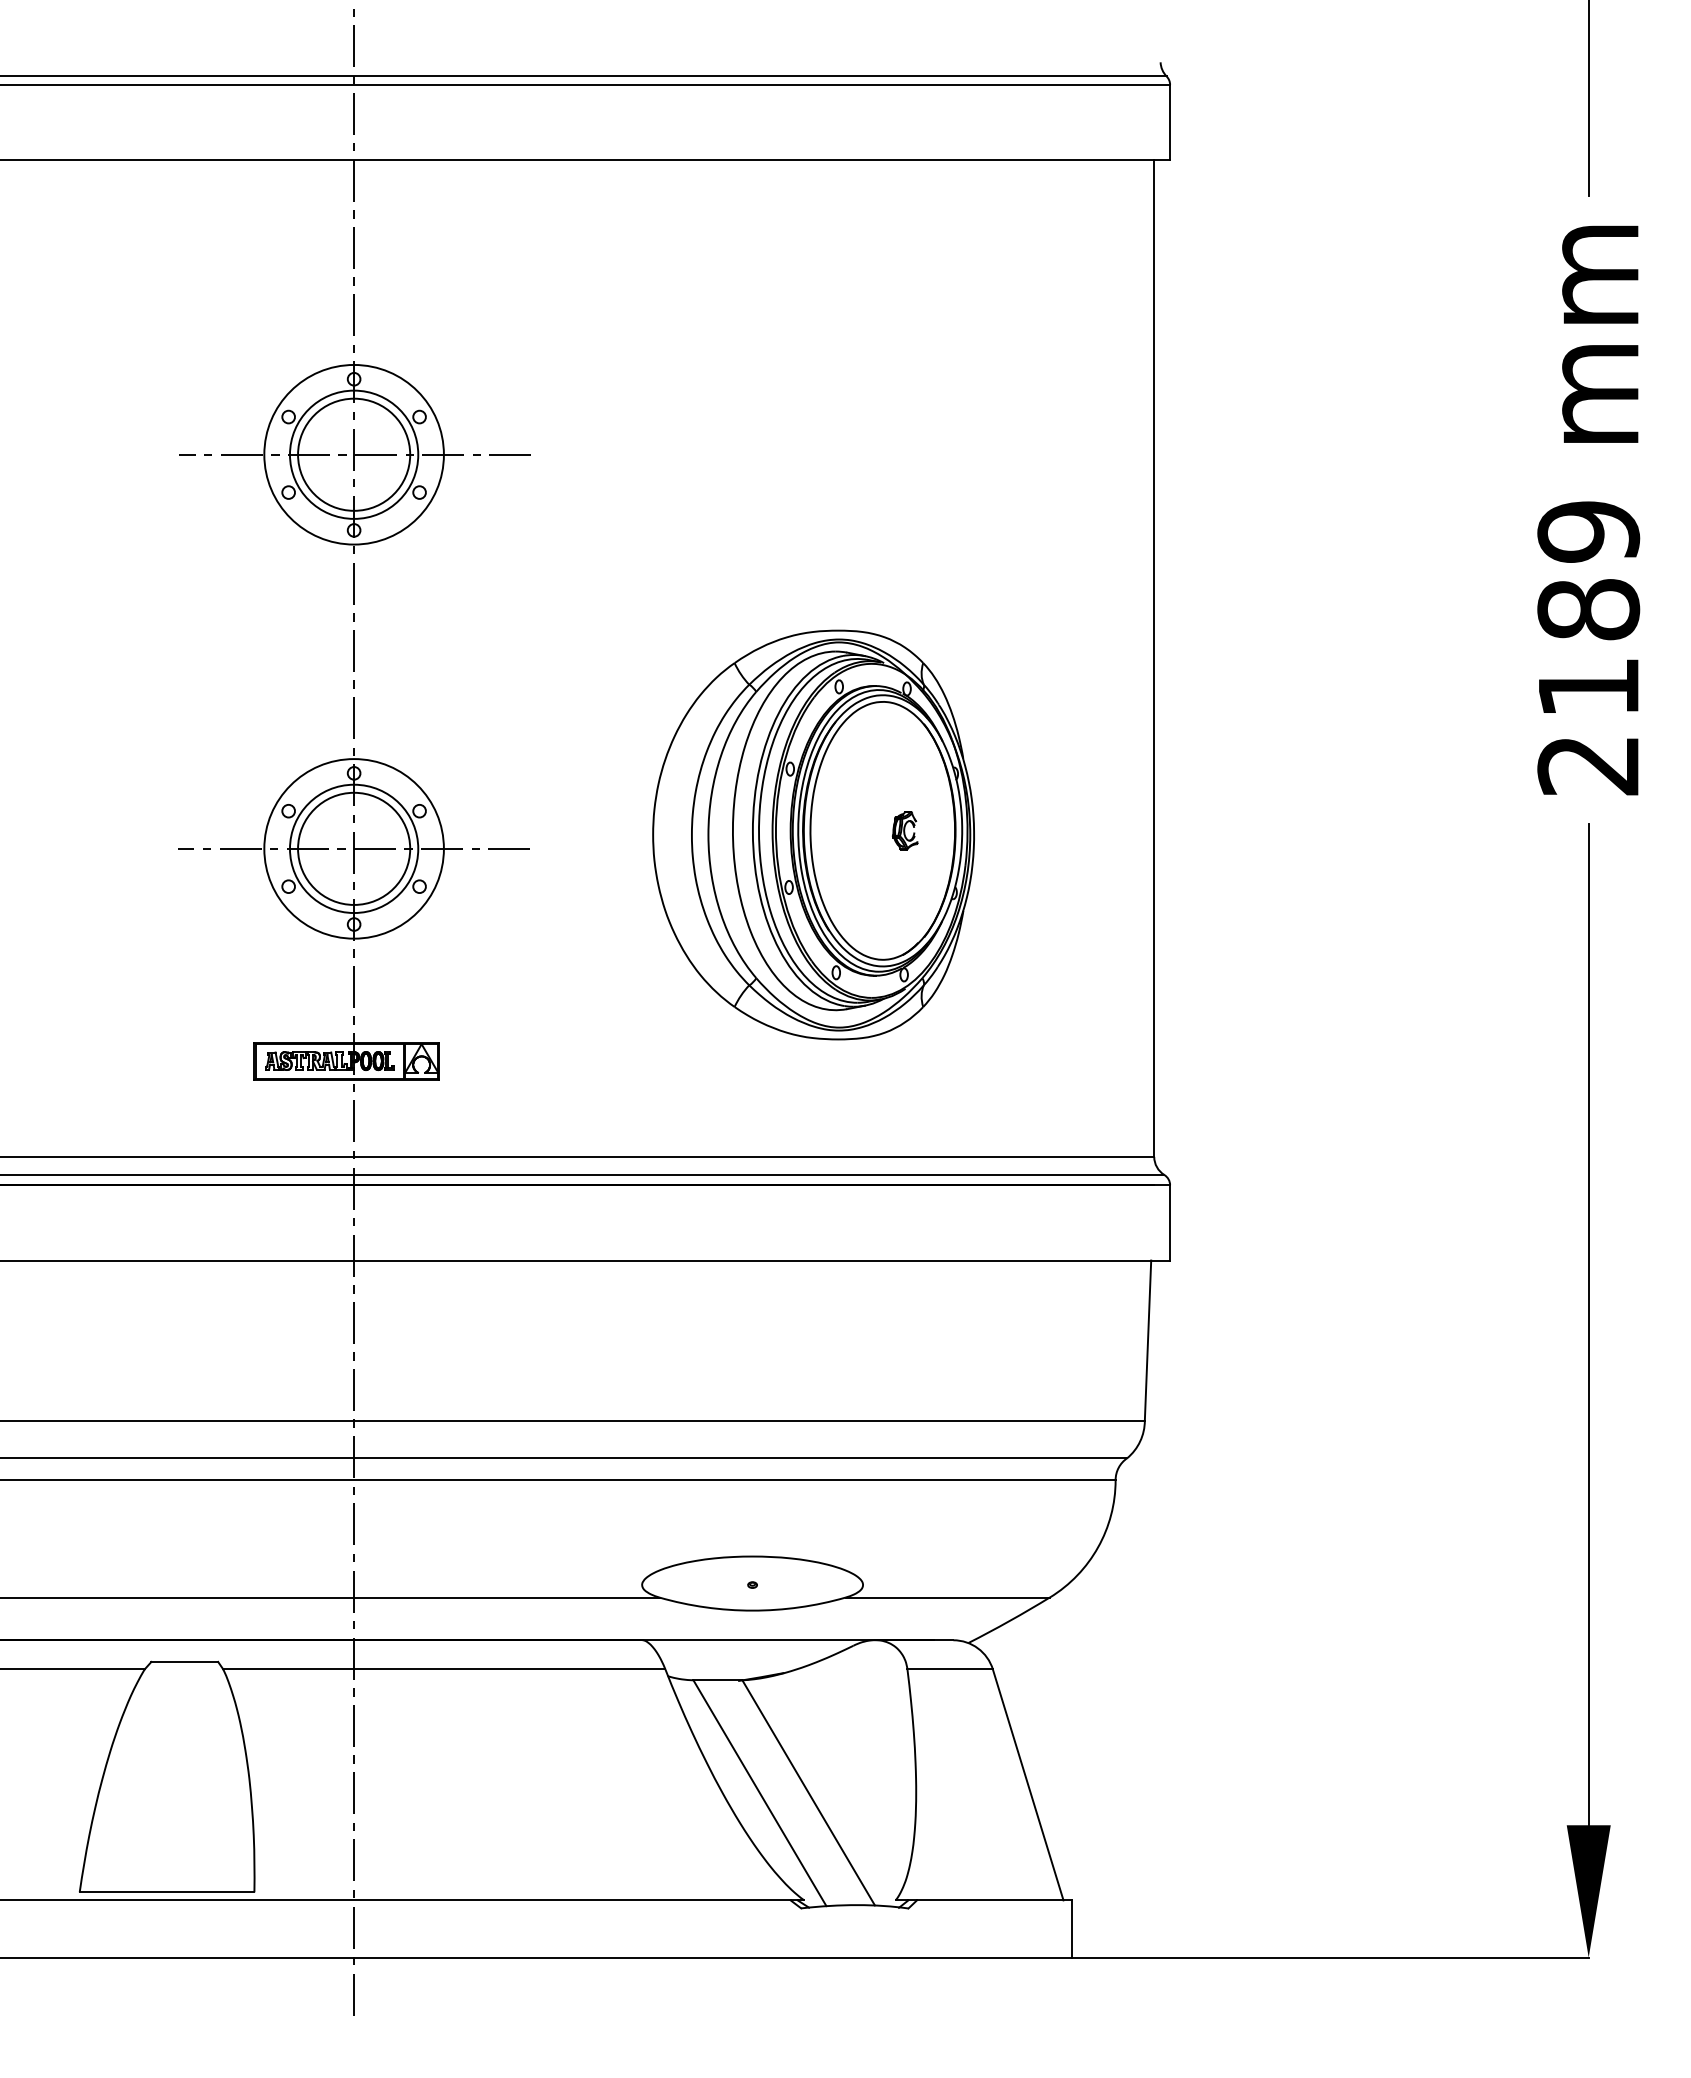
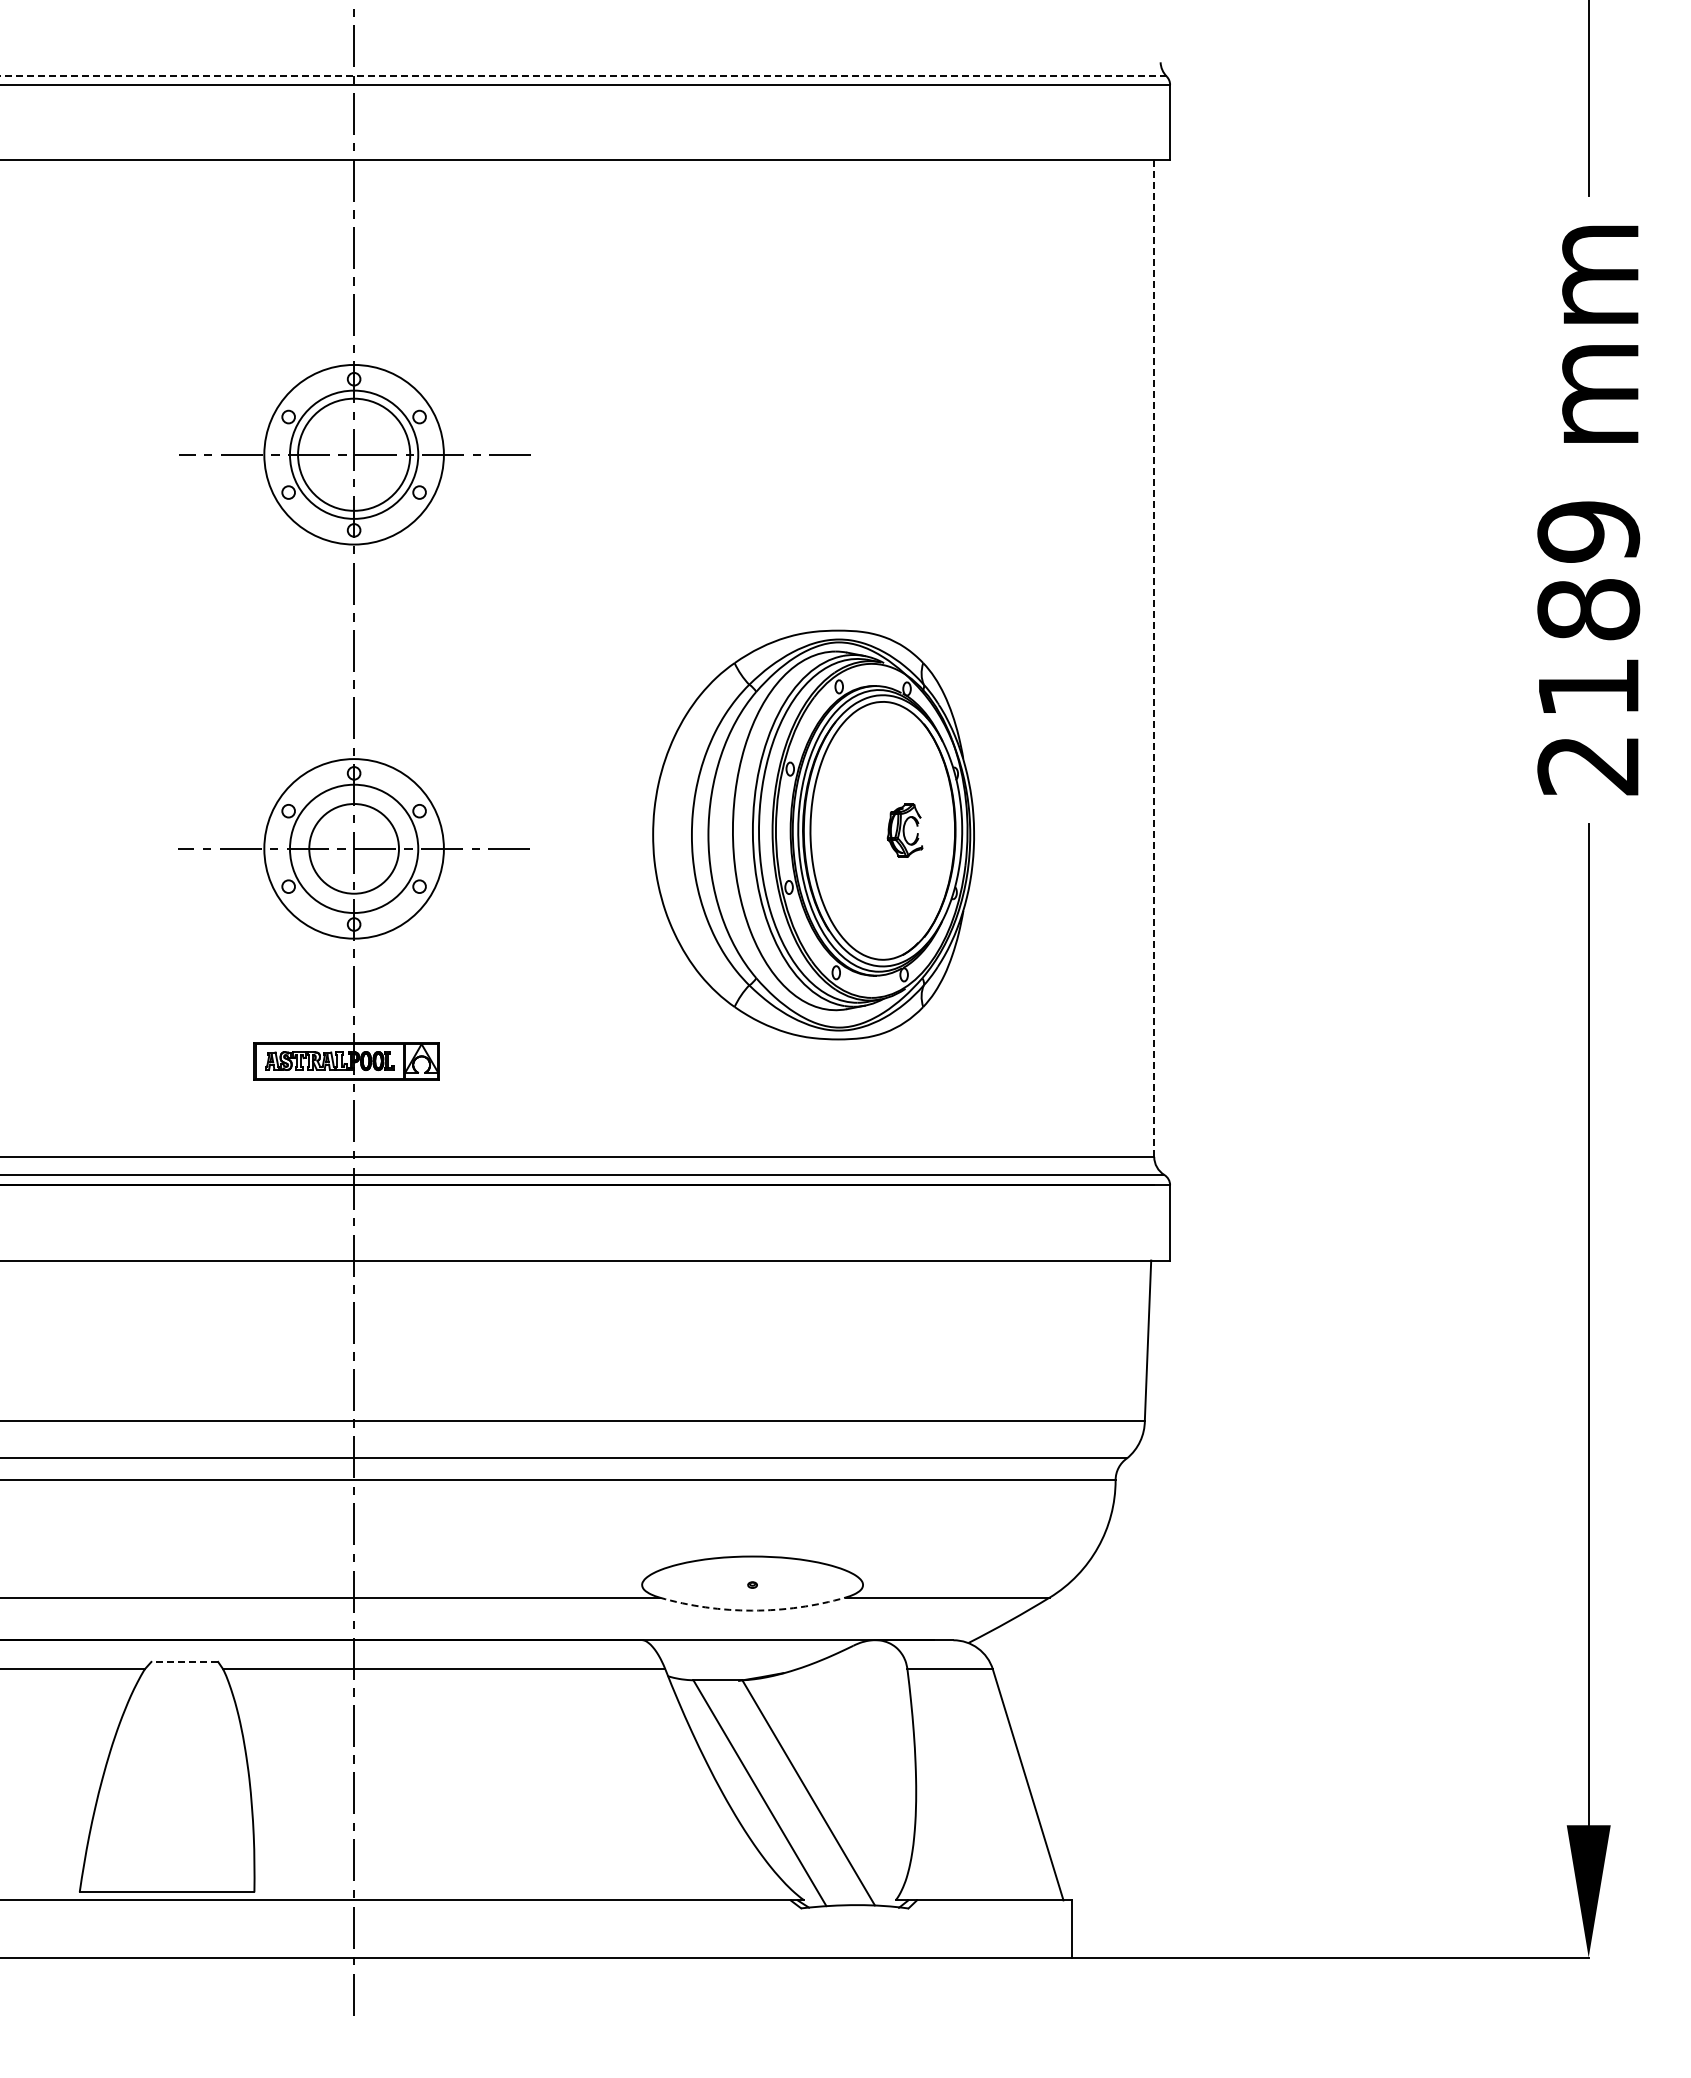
line at (583, 76): solid -> dashed
line at (1154, 658): solid -> dashed
part at (905, 830) size: 27x40 px -> 38x55 px
circle at (354, 848) diameter: 112 px -> 90 px
arc at (752, 1610): solid -> dashed
line at (184, 1661): solid -> dashed
